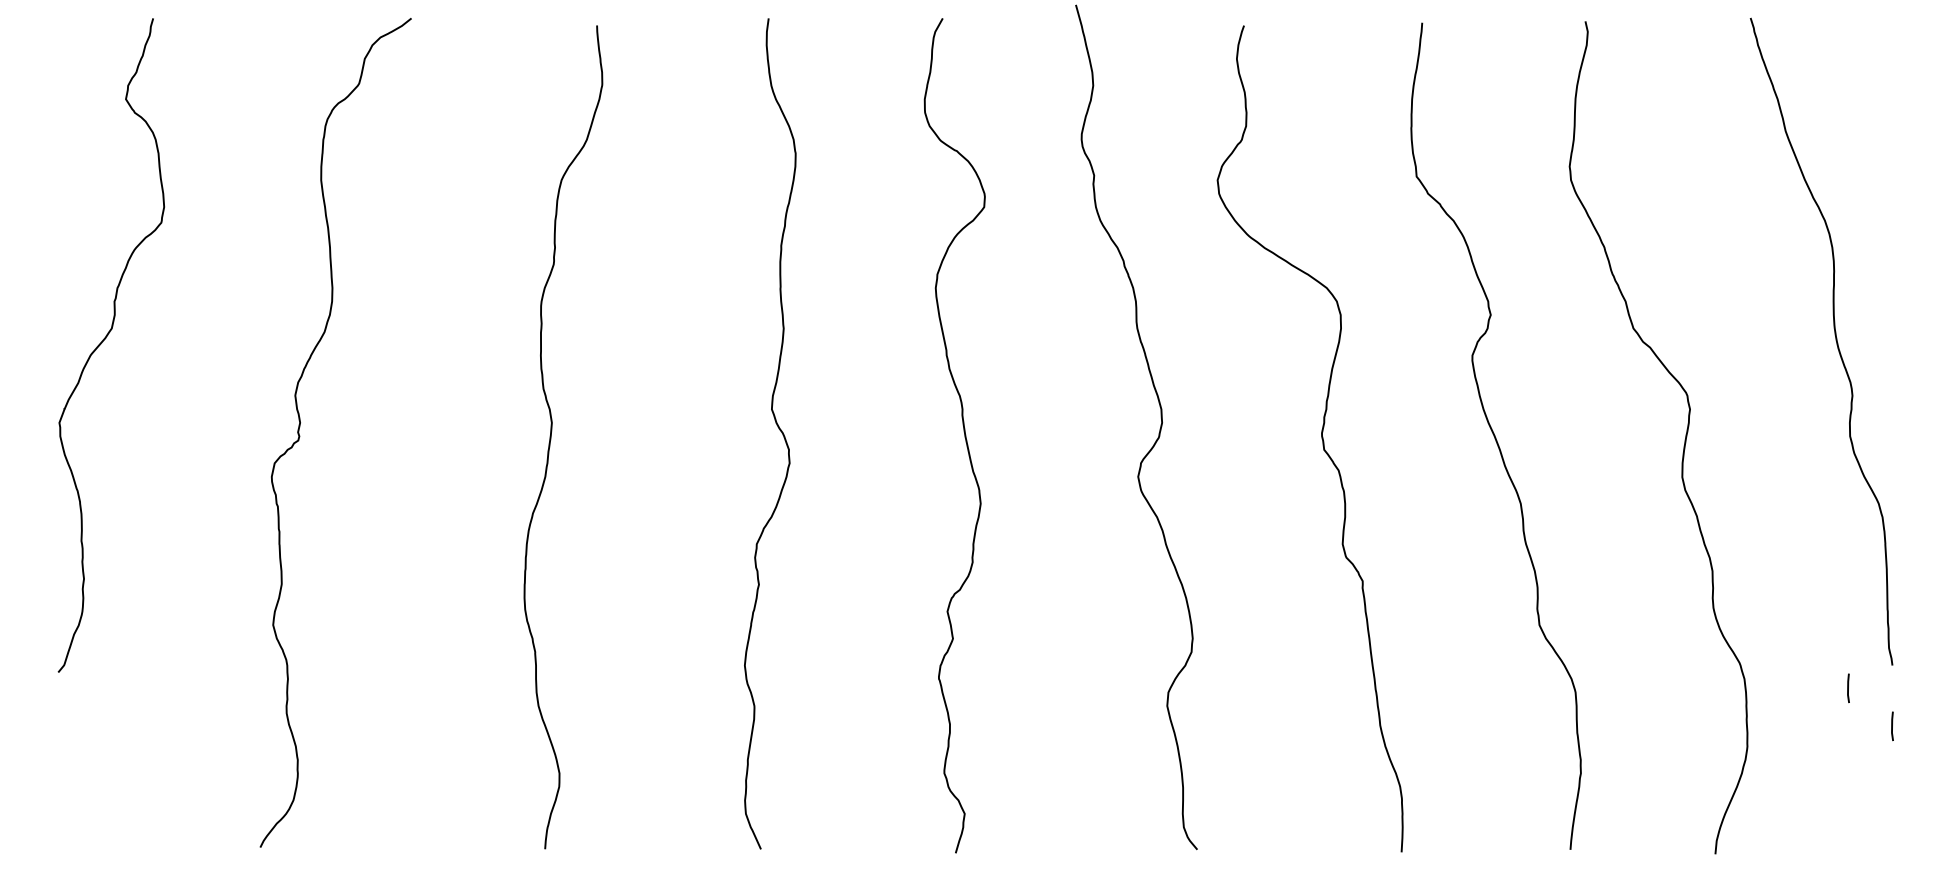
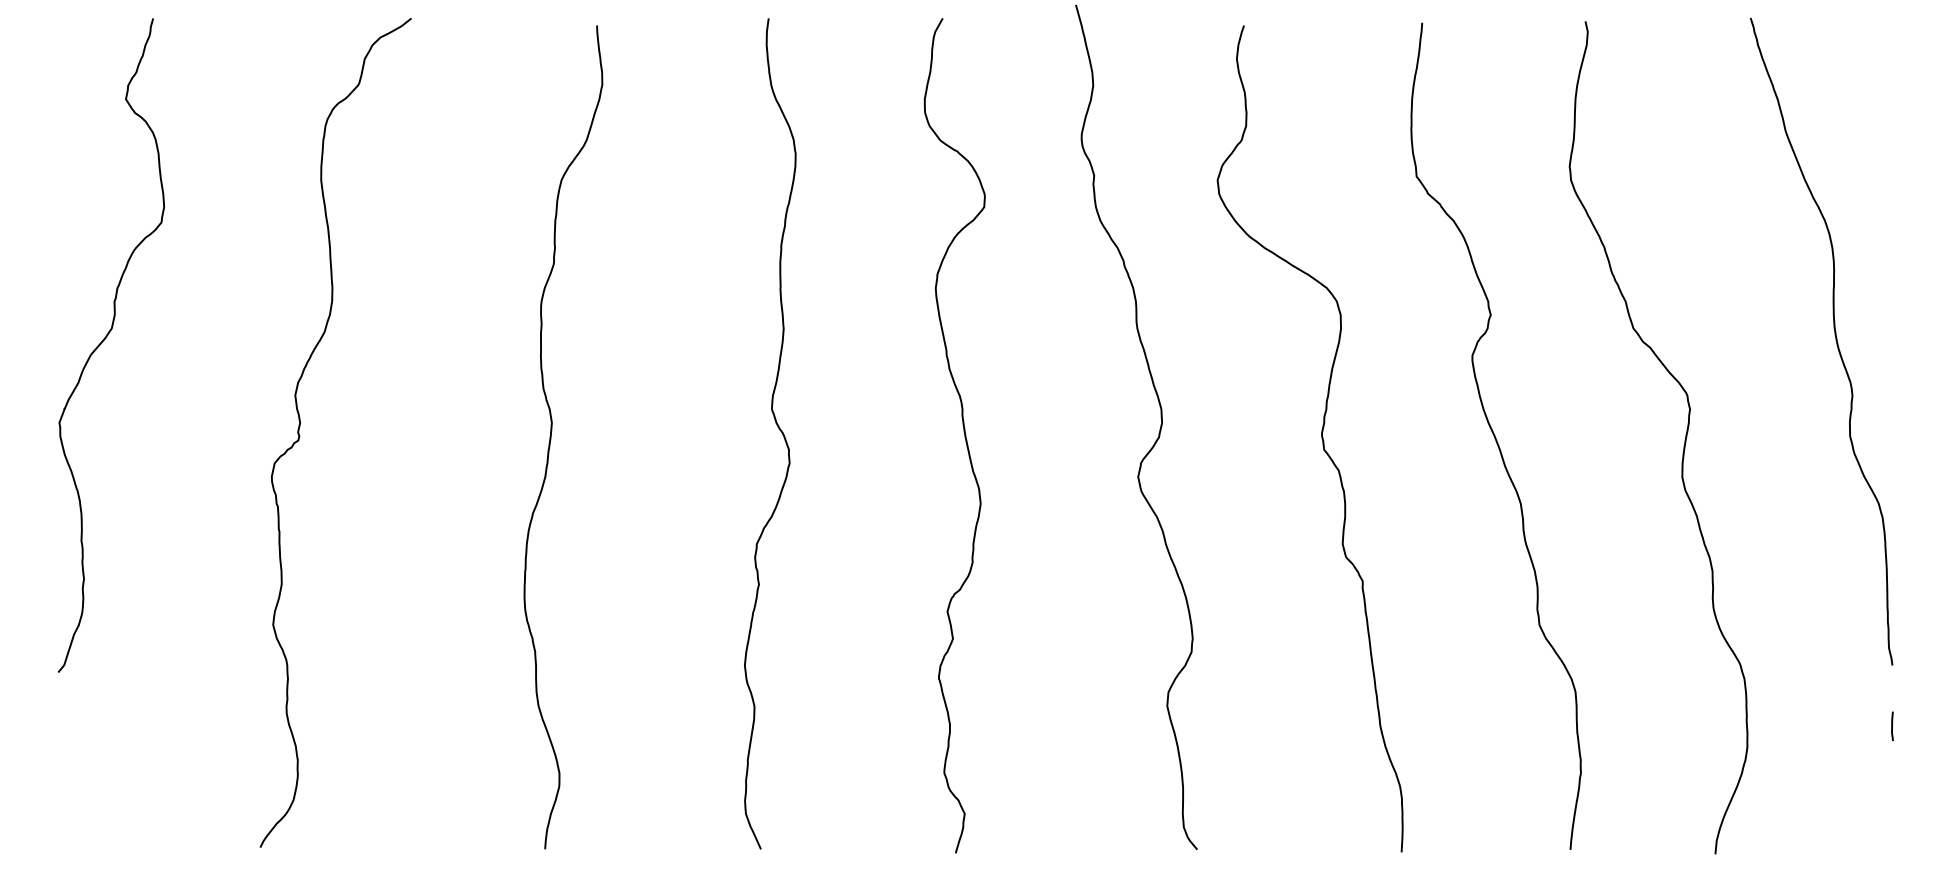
line at (1848, 688): present -> none
